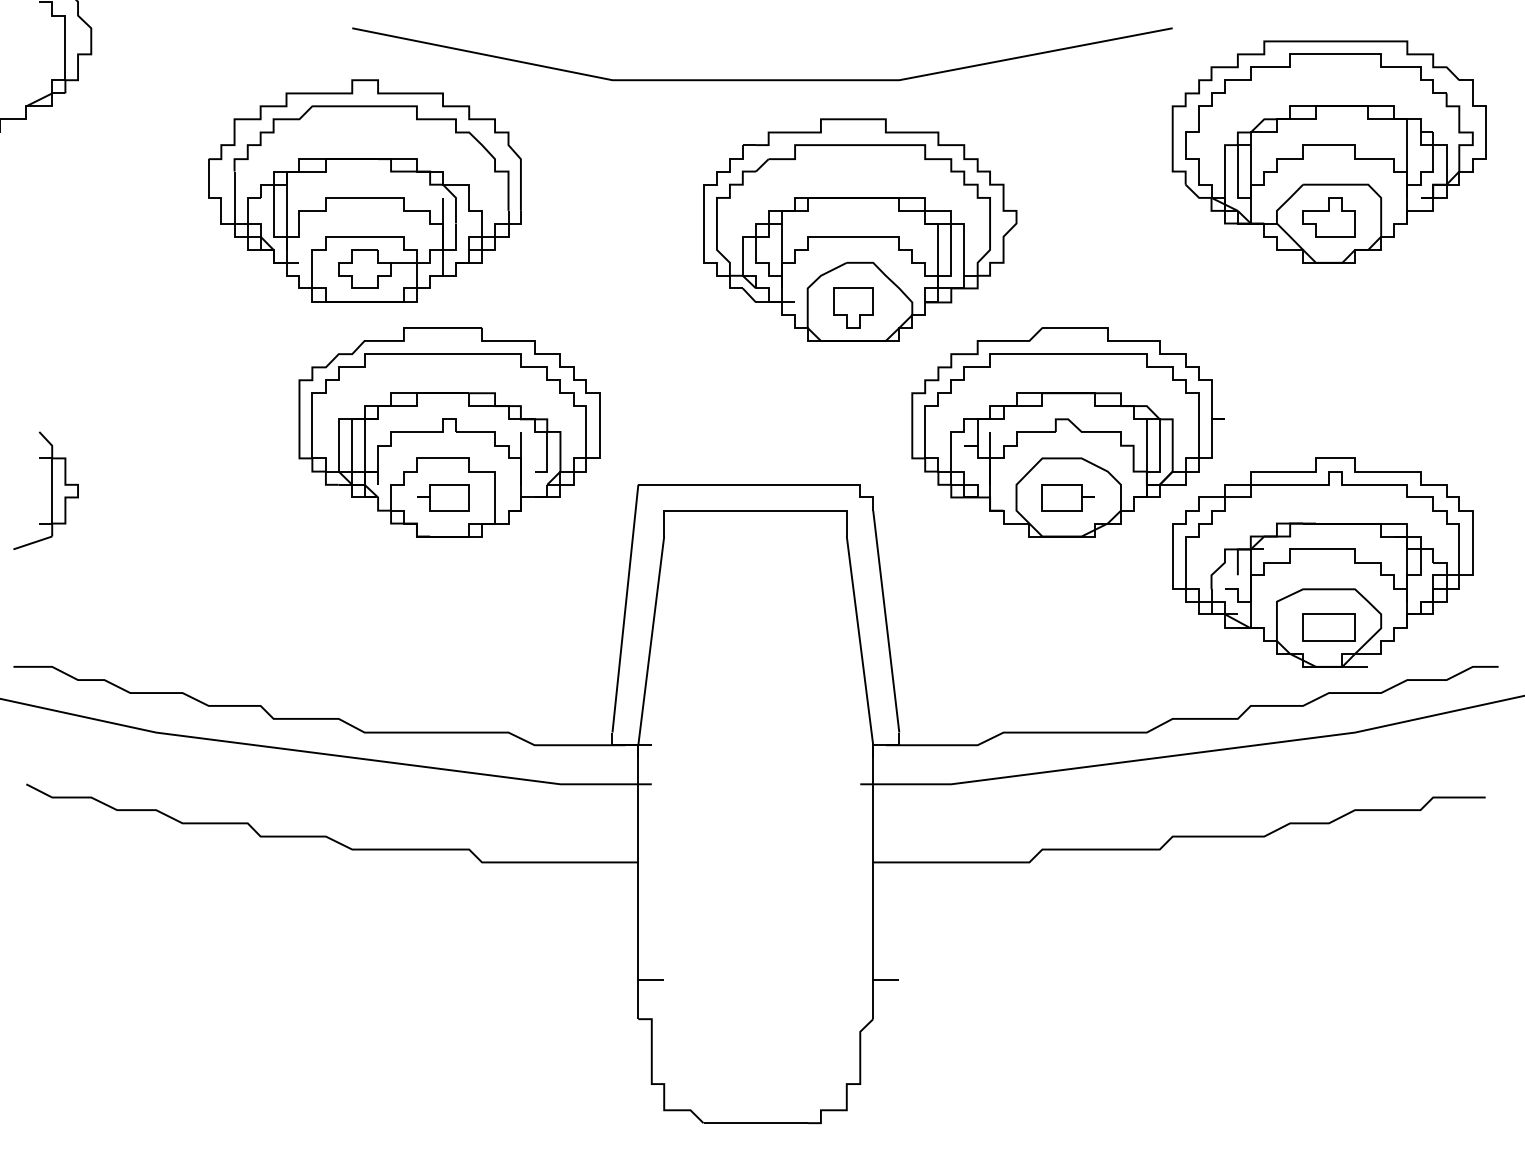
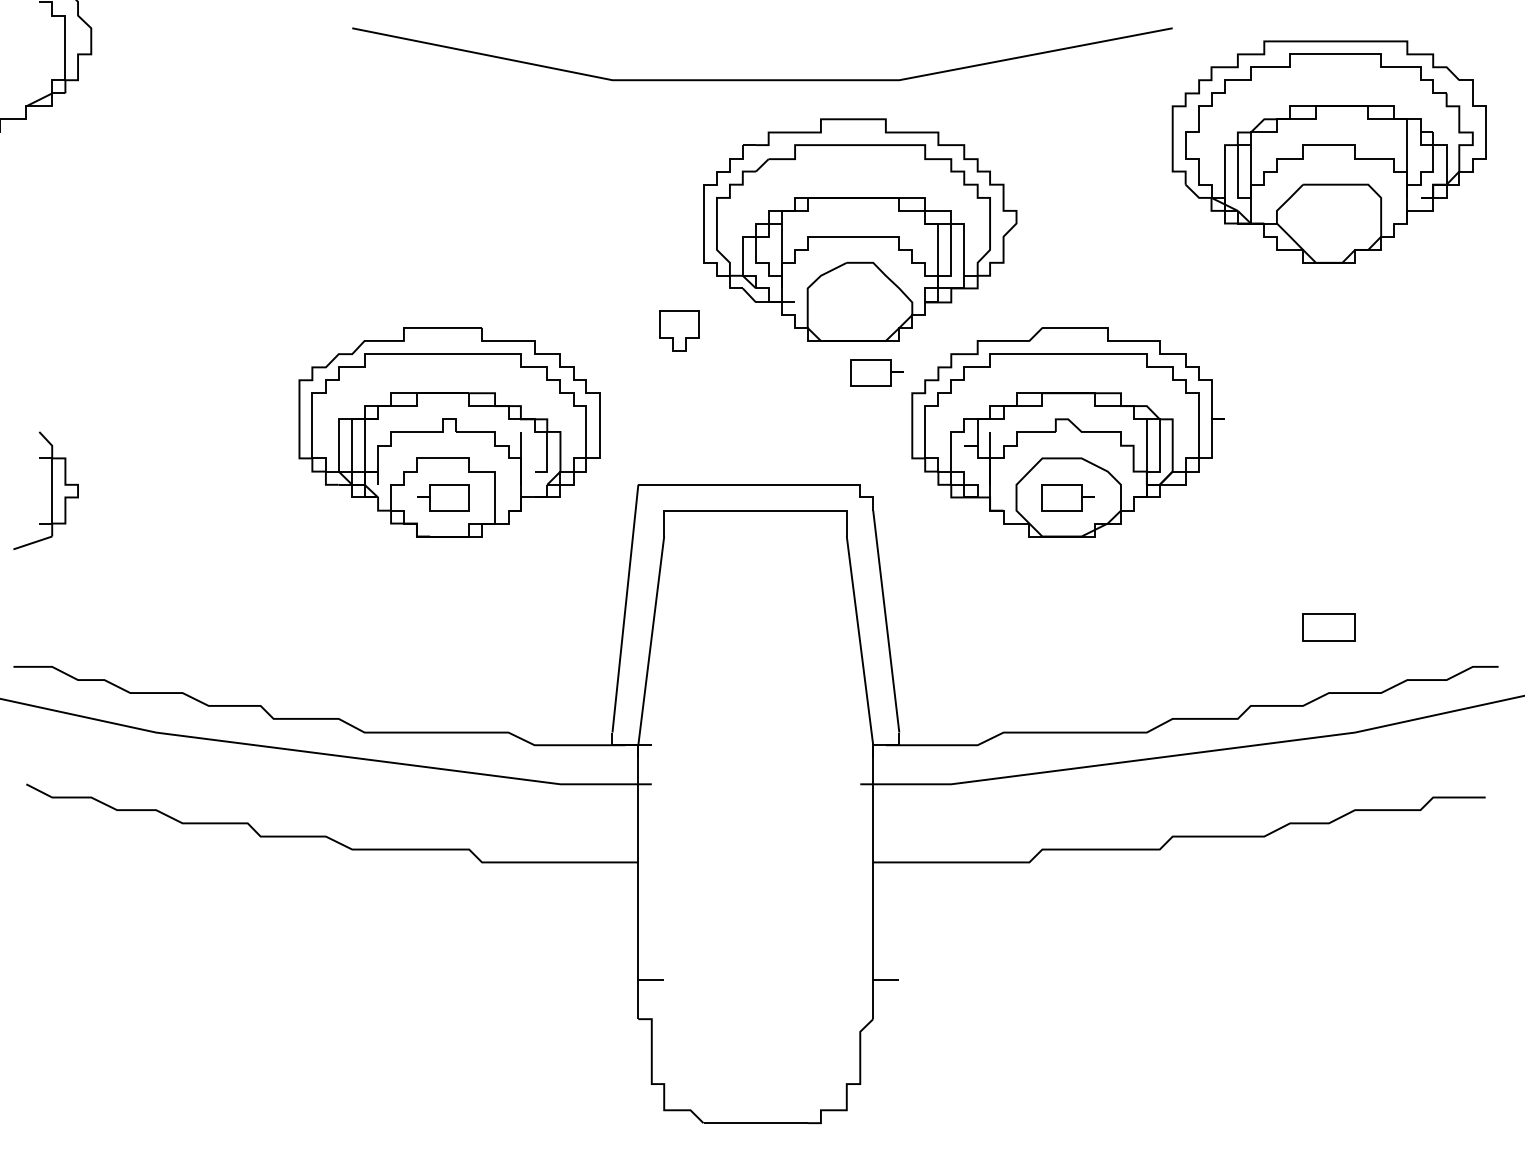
part at (364, 190): present -> none
part at (1328, 217): present -> none
part at (853, 307) position: (853, 307) -> (679, 330)
part at (876, 372): none -> present
part at (1322, 562): present -> none
